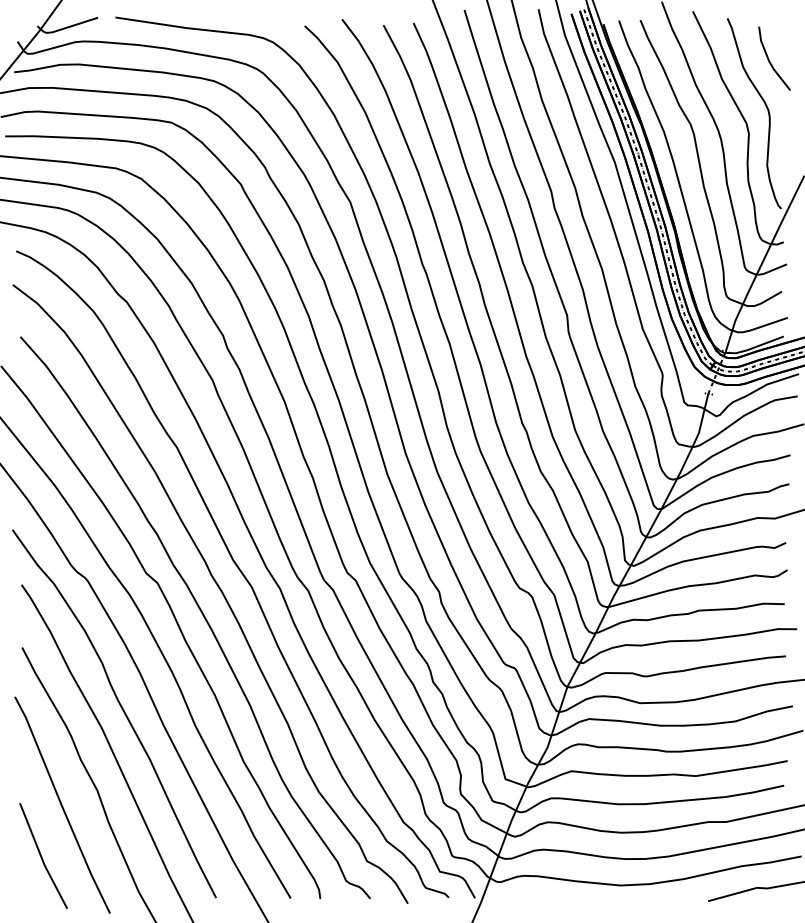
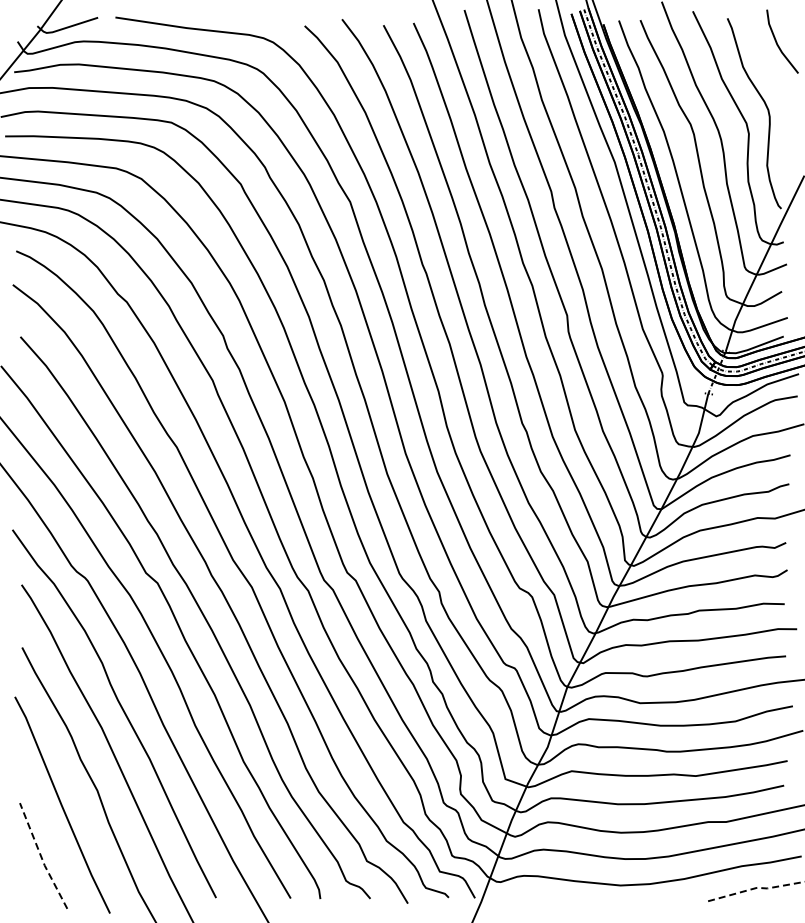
line at (770, 61) position: (770, 61) -> (778, 44)
line at (41, 857): solid -> dashed
line at (757, 887): solid -> dashed
